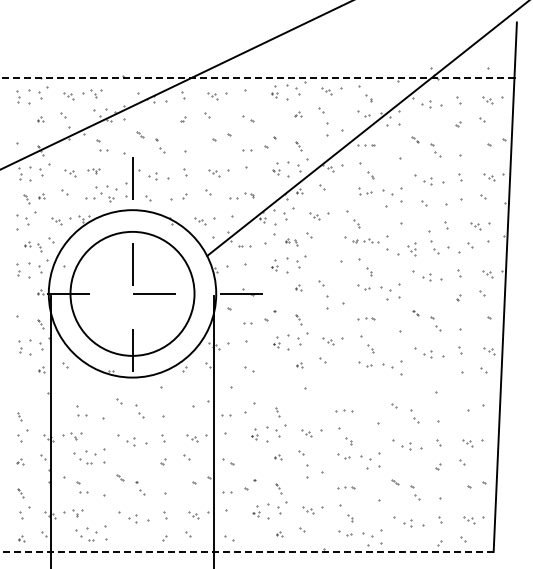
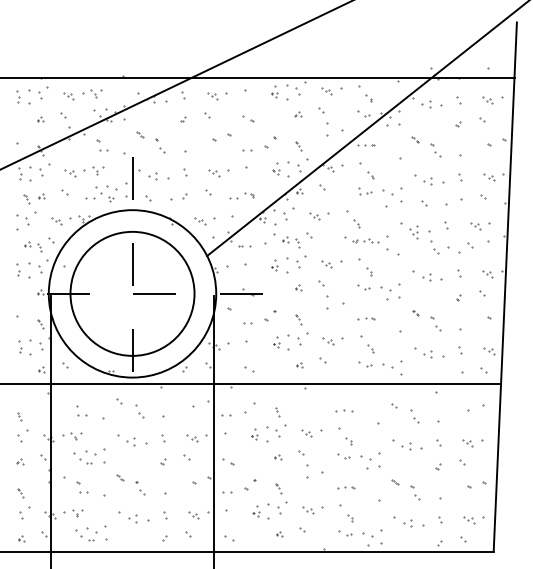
line at (257, 77): dashed -> solid
part at (93, 171) size: 14x7 px -> 22x10 px
part at (291, 242) size: 14x9 px -> 19x13 px
part at (411, 249) position: (411, 249) -> (413, 232)
part at (326, 264): none -> present
line at (251, 383): none -> present
line at (246, 551): dashed -> solid
